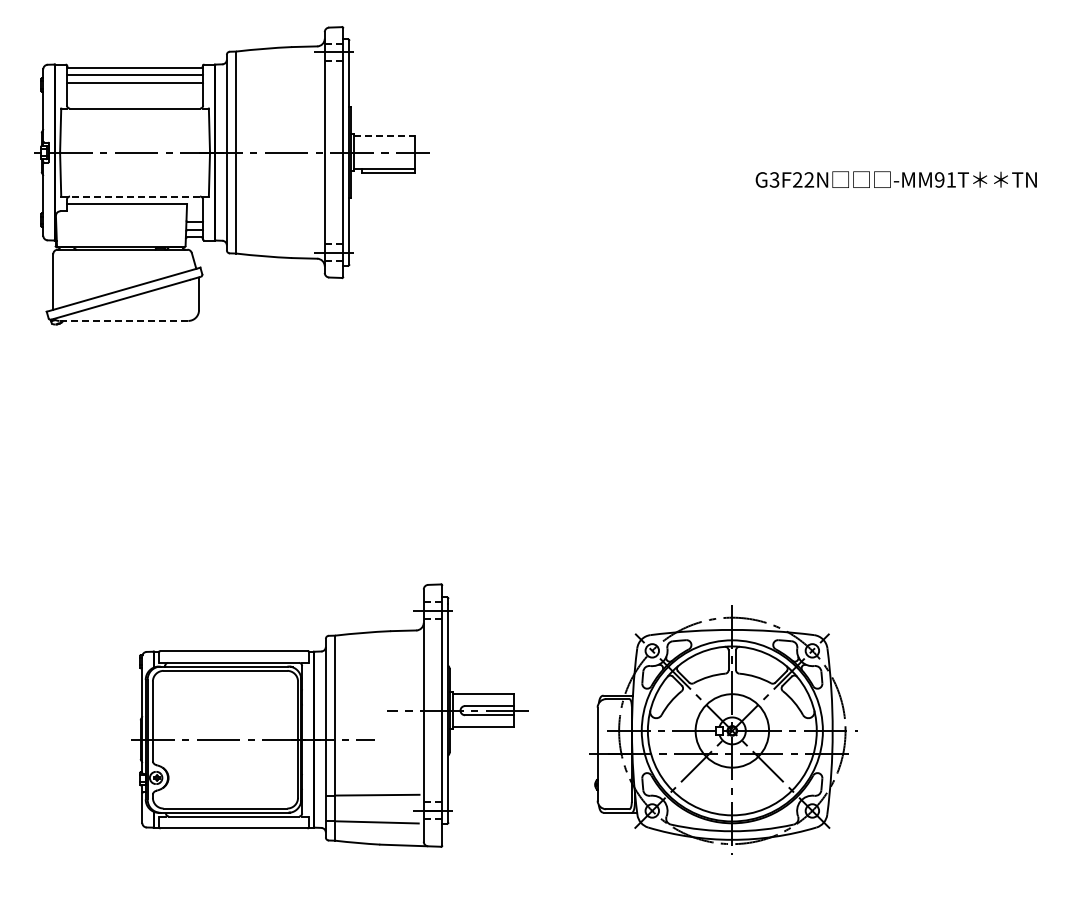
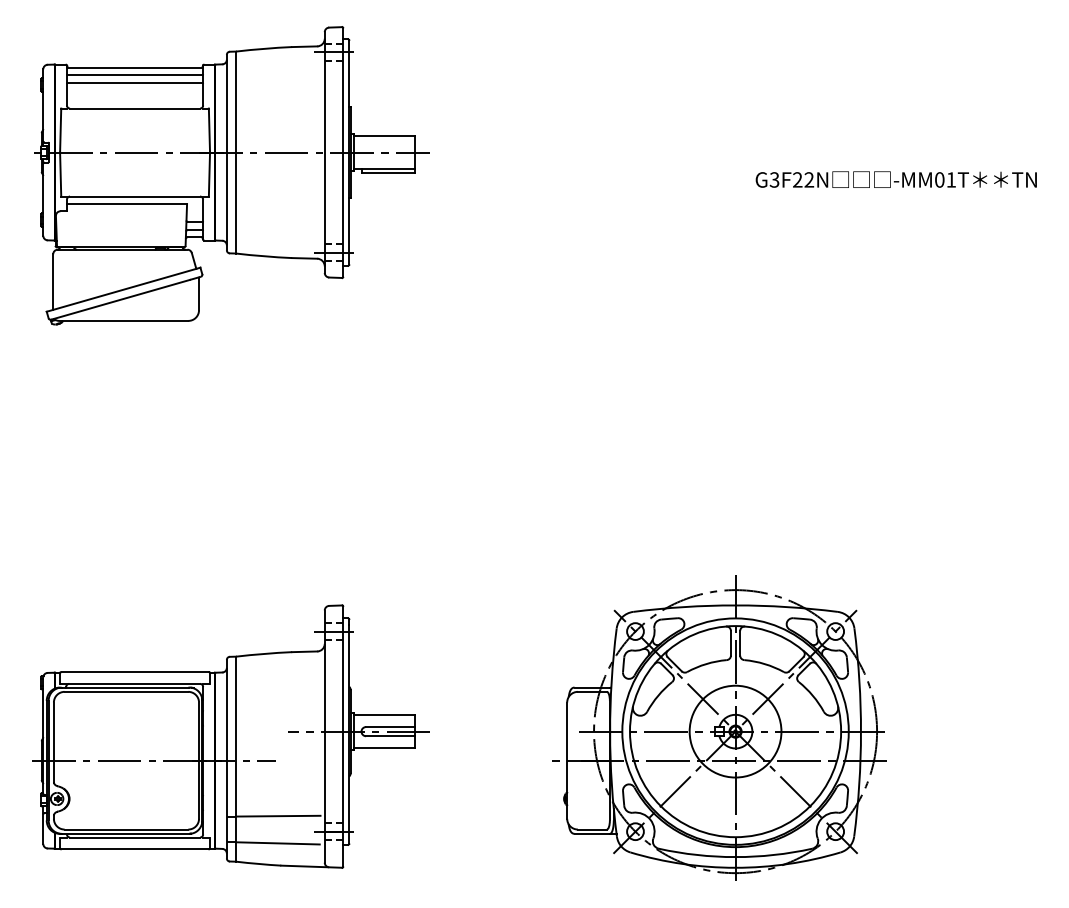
line at (384, 135): dashed -> solid
text at (939, 179): -MM91T -> -MM01T
line at (134, 196): dashed -> solid
line at (123, 320): dashed -> solid
part at (329, 715) position: (329, 715) -> (230, 736)
part at (723, 729) size: 269x250 px -> 335x306 px
